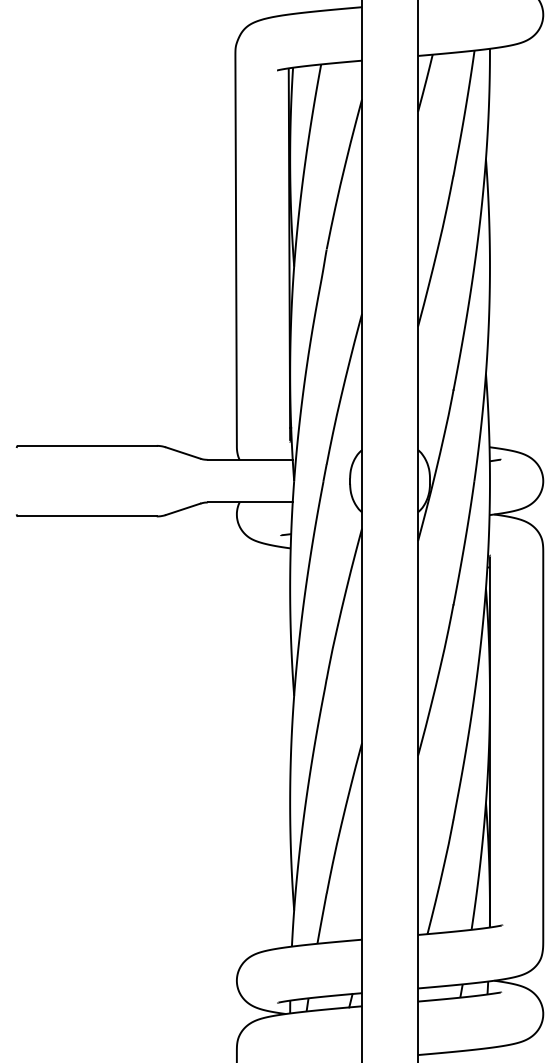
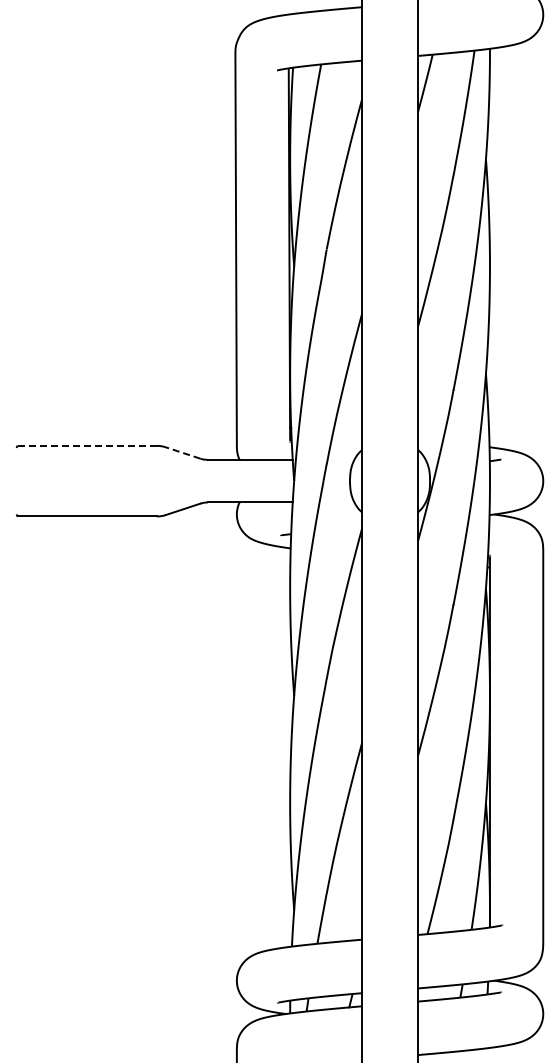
line at (87, 445): solid -> dashed
line at (182, 452): solid -> dashed
